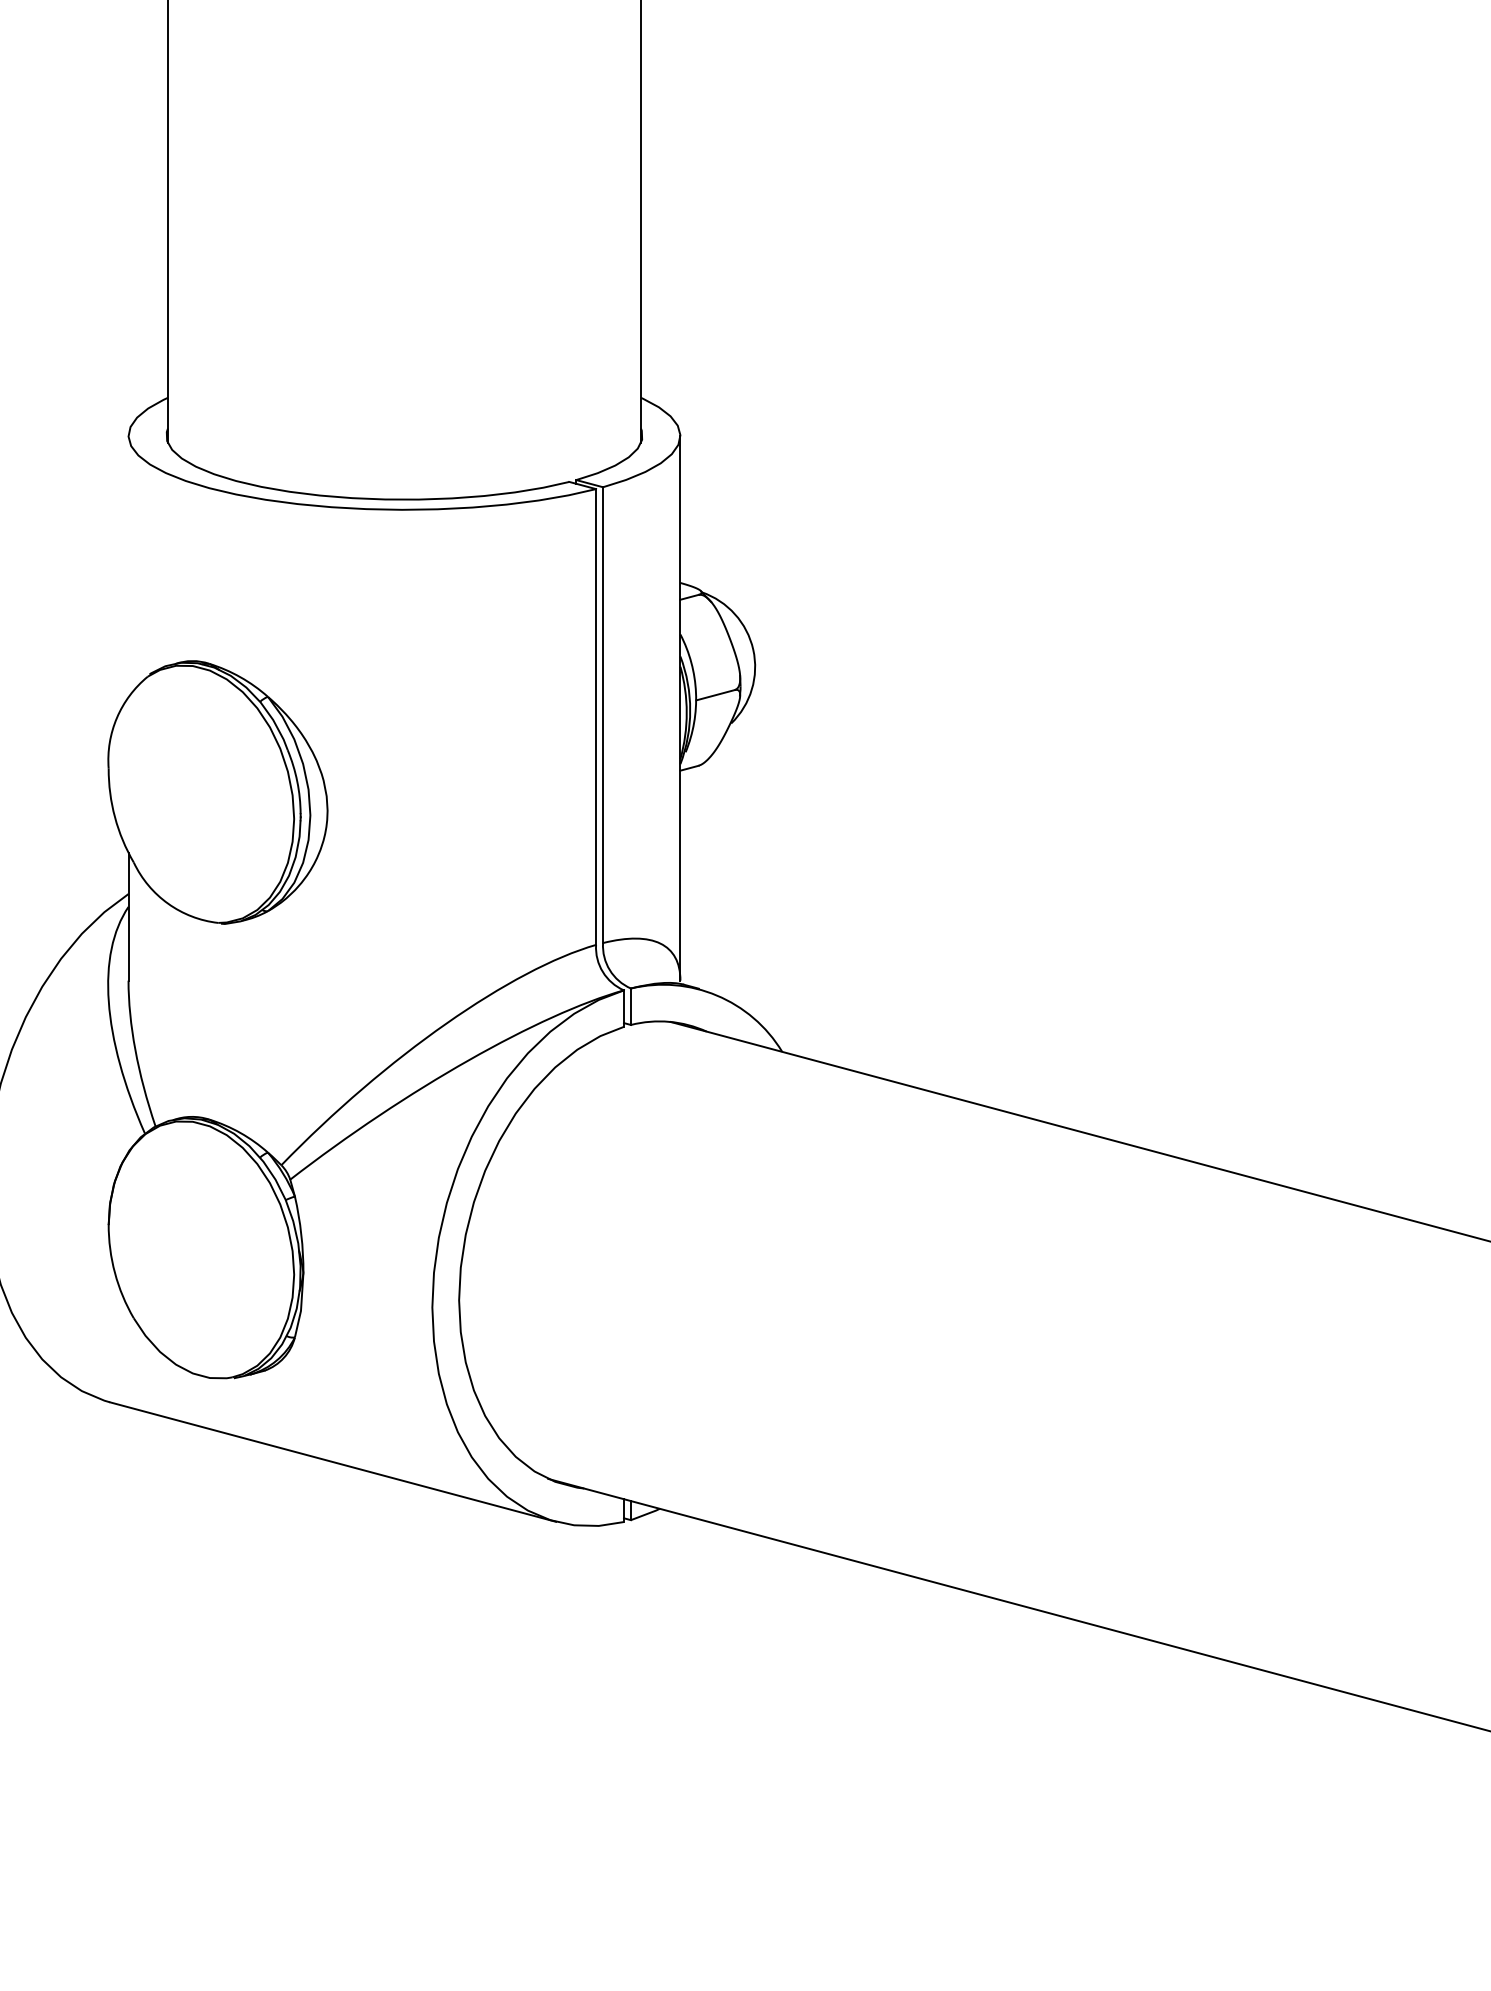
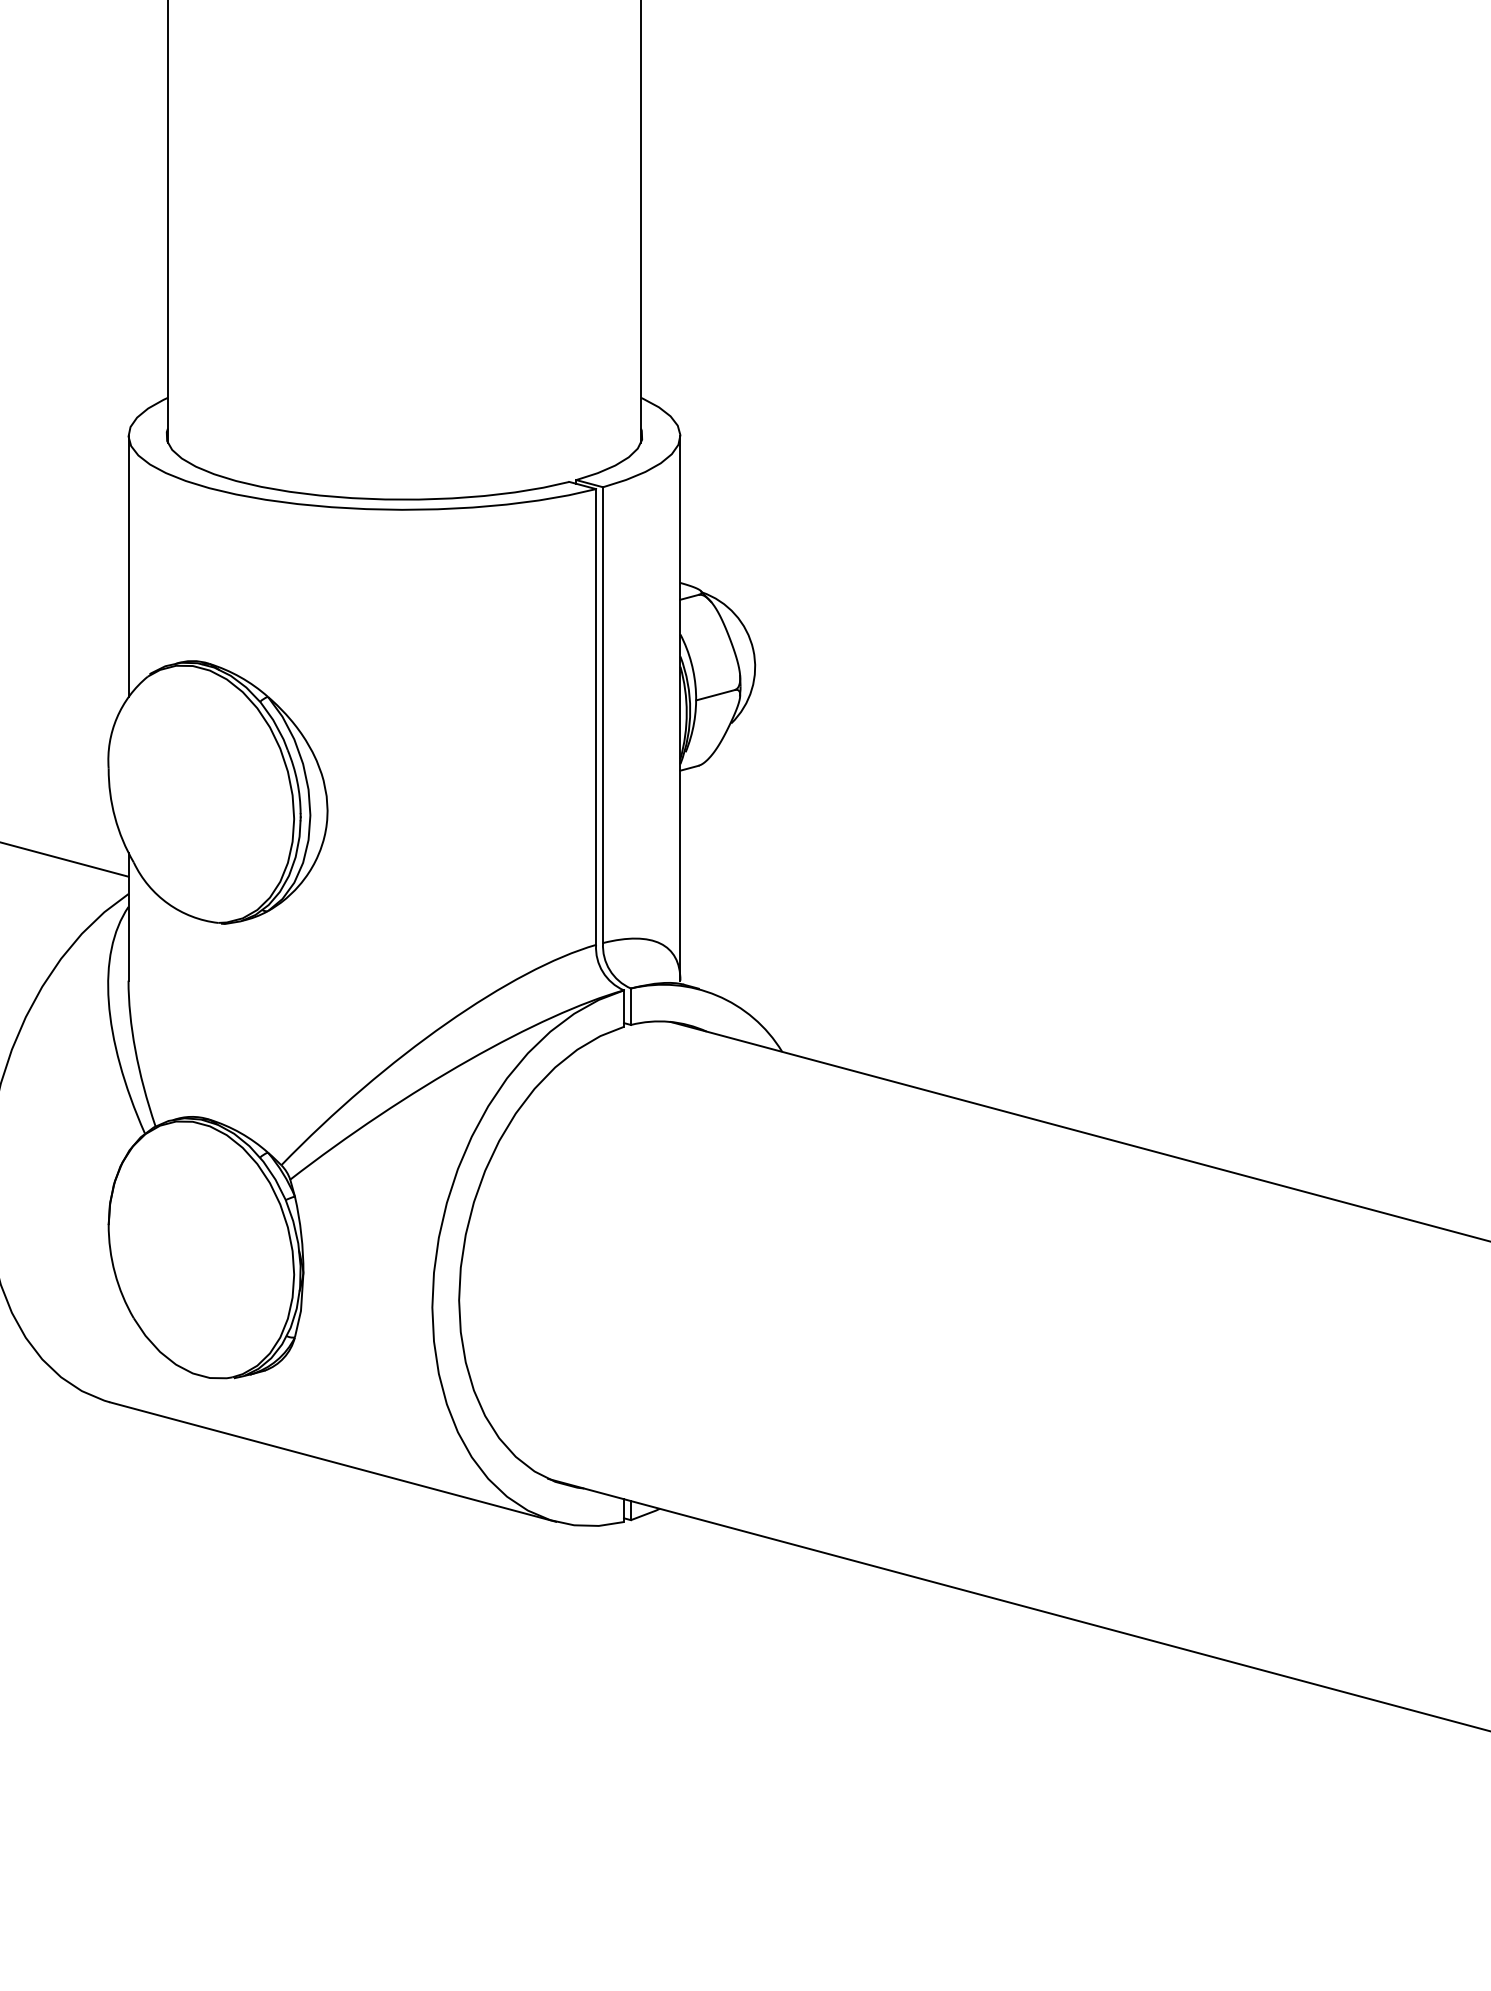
line at (128, 565): none -> present
line at (65, 859): none -> present
